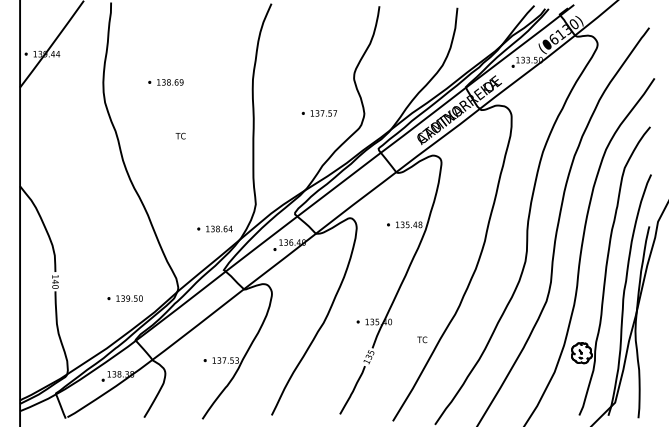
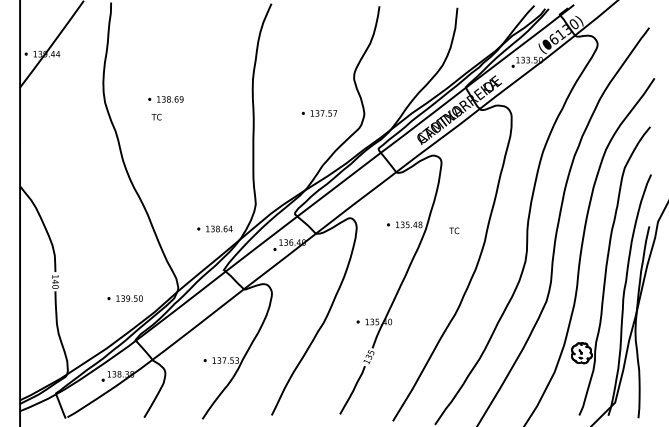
part at (165, 82) position: (165, 82) -> (165, 99)
text at (180, 135) position: (180, 135) -> (156, 116)
text at (422, 339) position: (422, 339) -> (454, 230)
